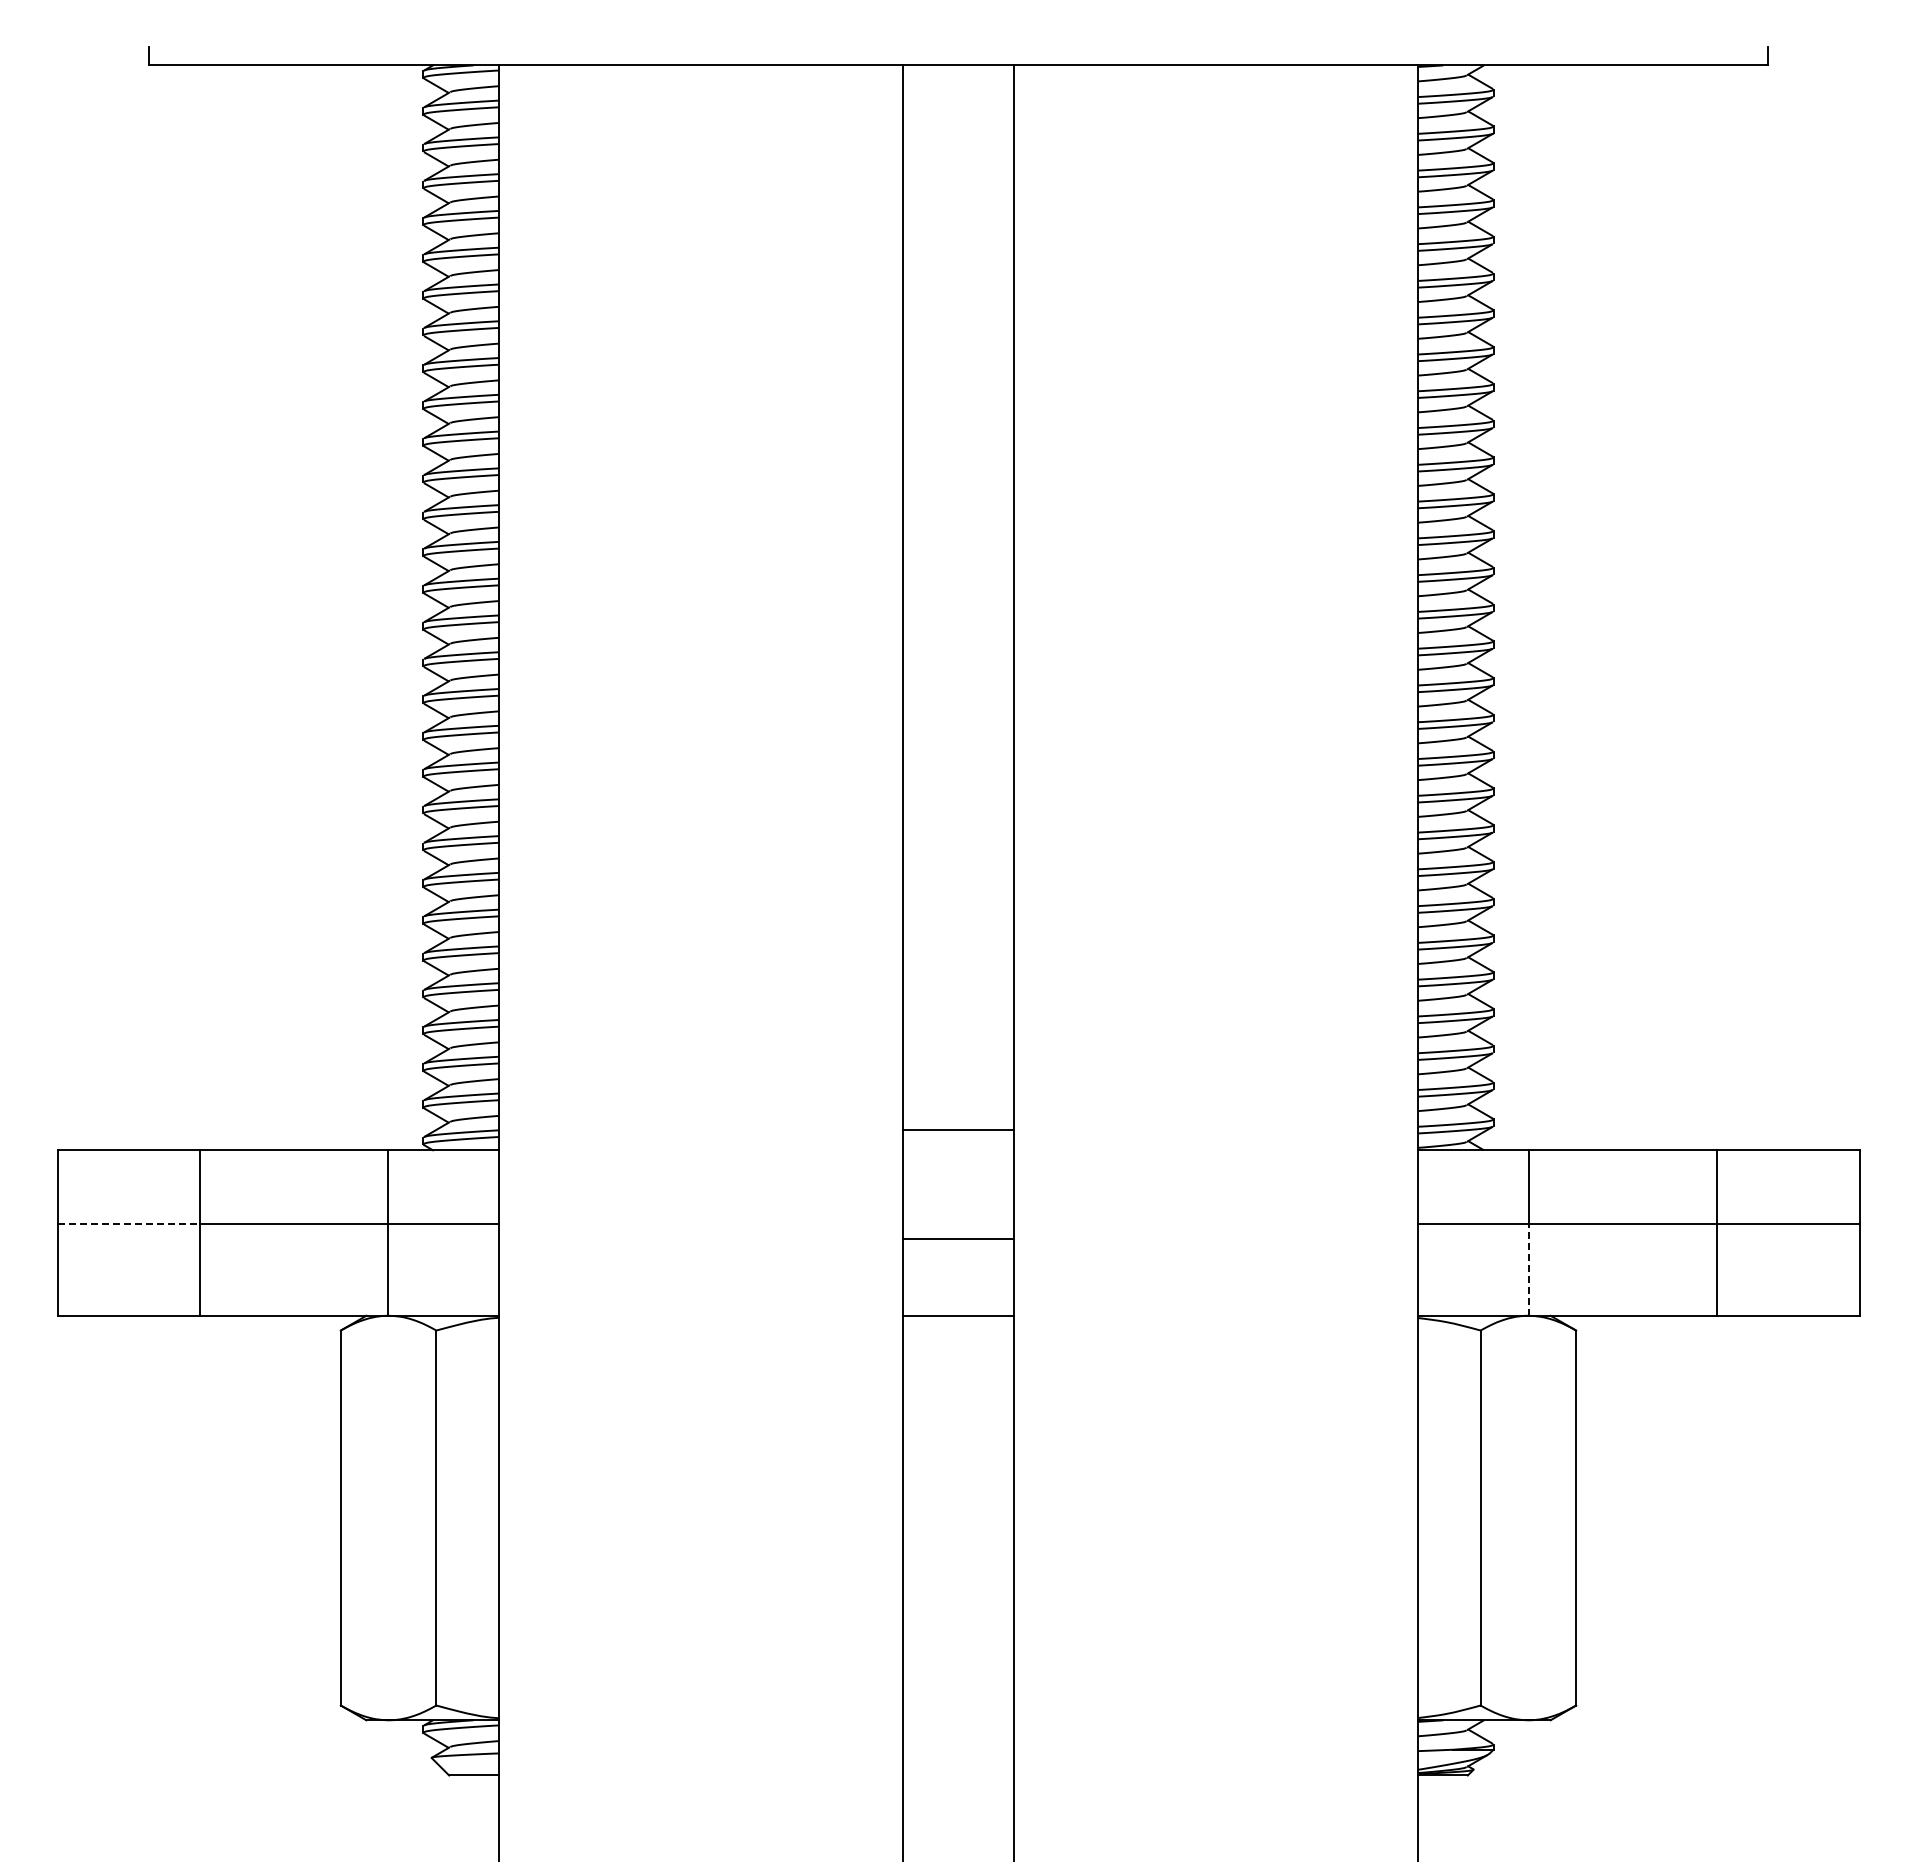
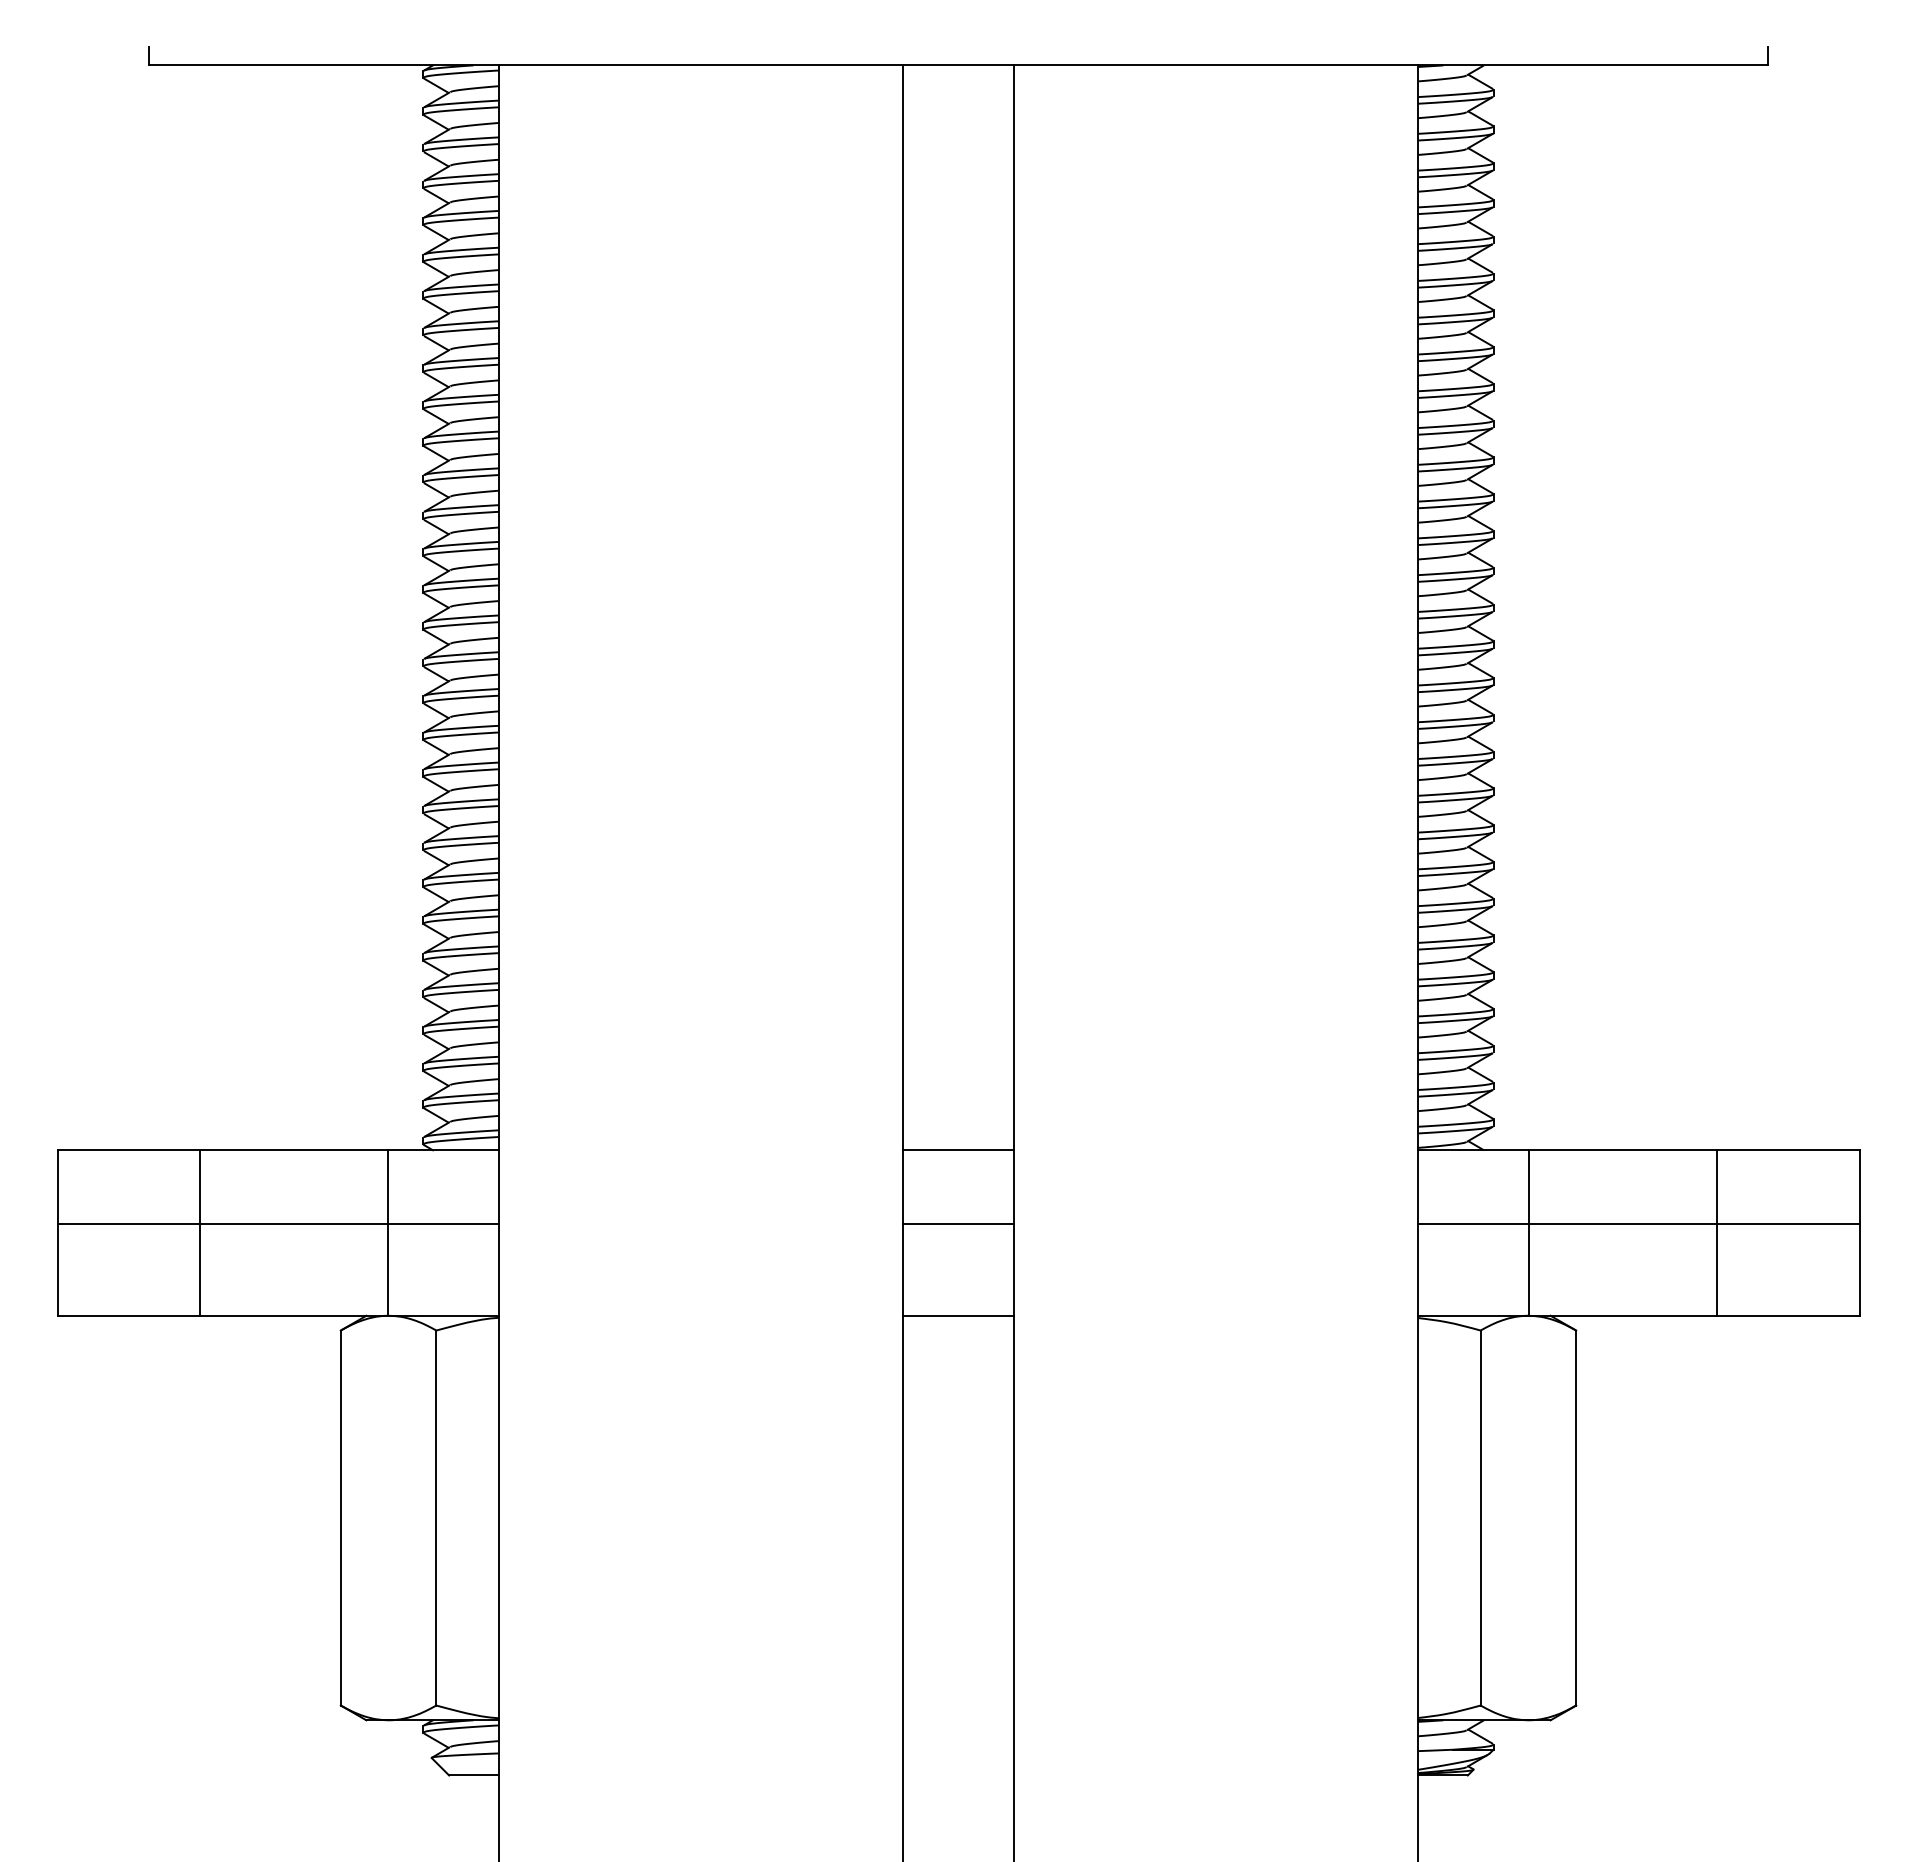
line at (958, 1130) position: (958, 1130) -> (958, 1150)
line at (129, 1223): dashed -> solid
line at (958, 1238) position: (958, 1238) -> (958, 1223)
line at (1528, 1269): dashed -> solid
